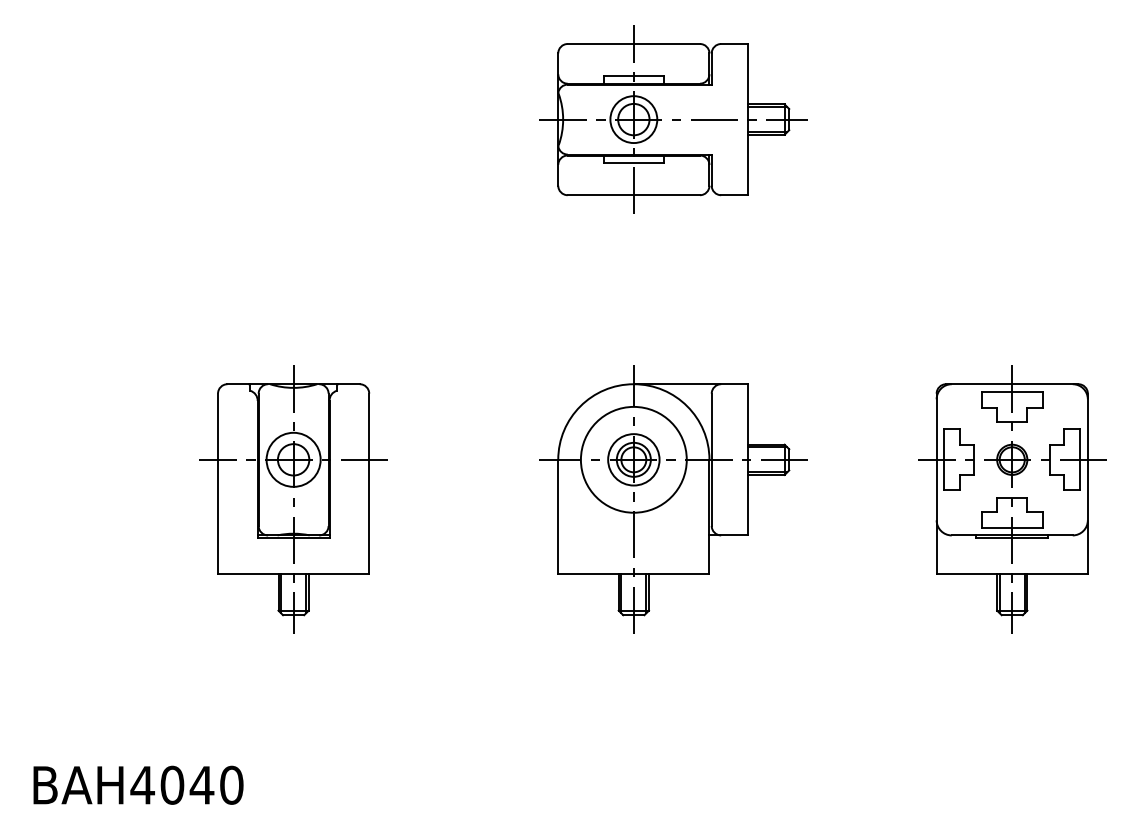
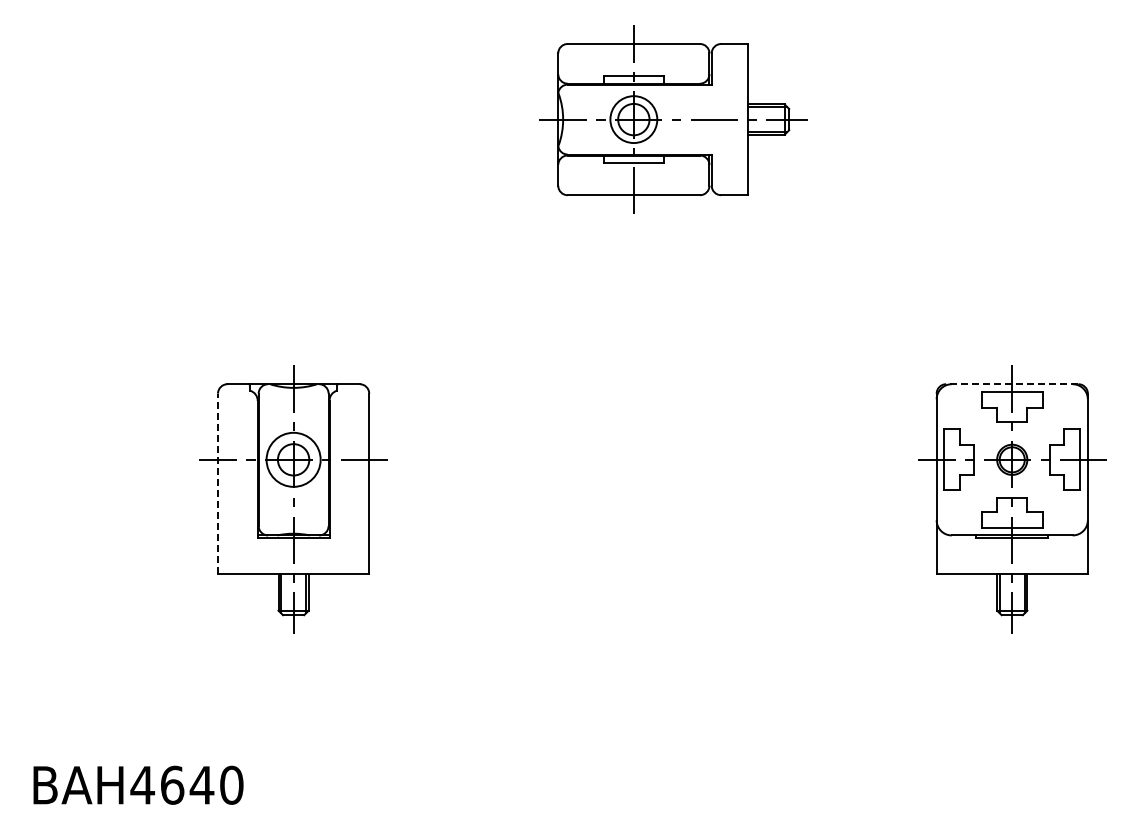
line at (1011, 384): solid -> dashed
line at (218, 483): solid -> dashed
part at (673, 499): present -> none
text at (172, 784): BAH4040 -> BAH4640
